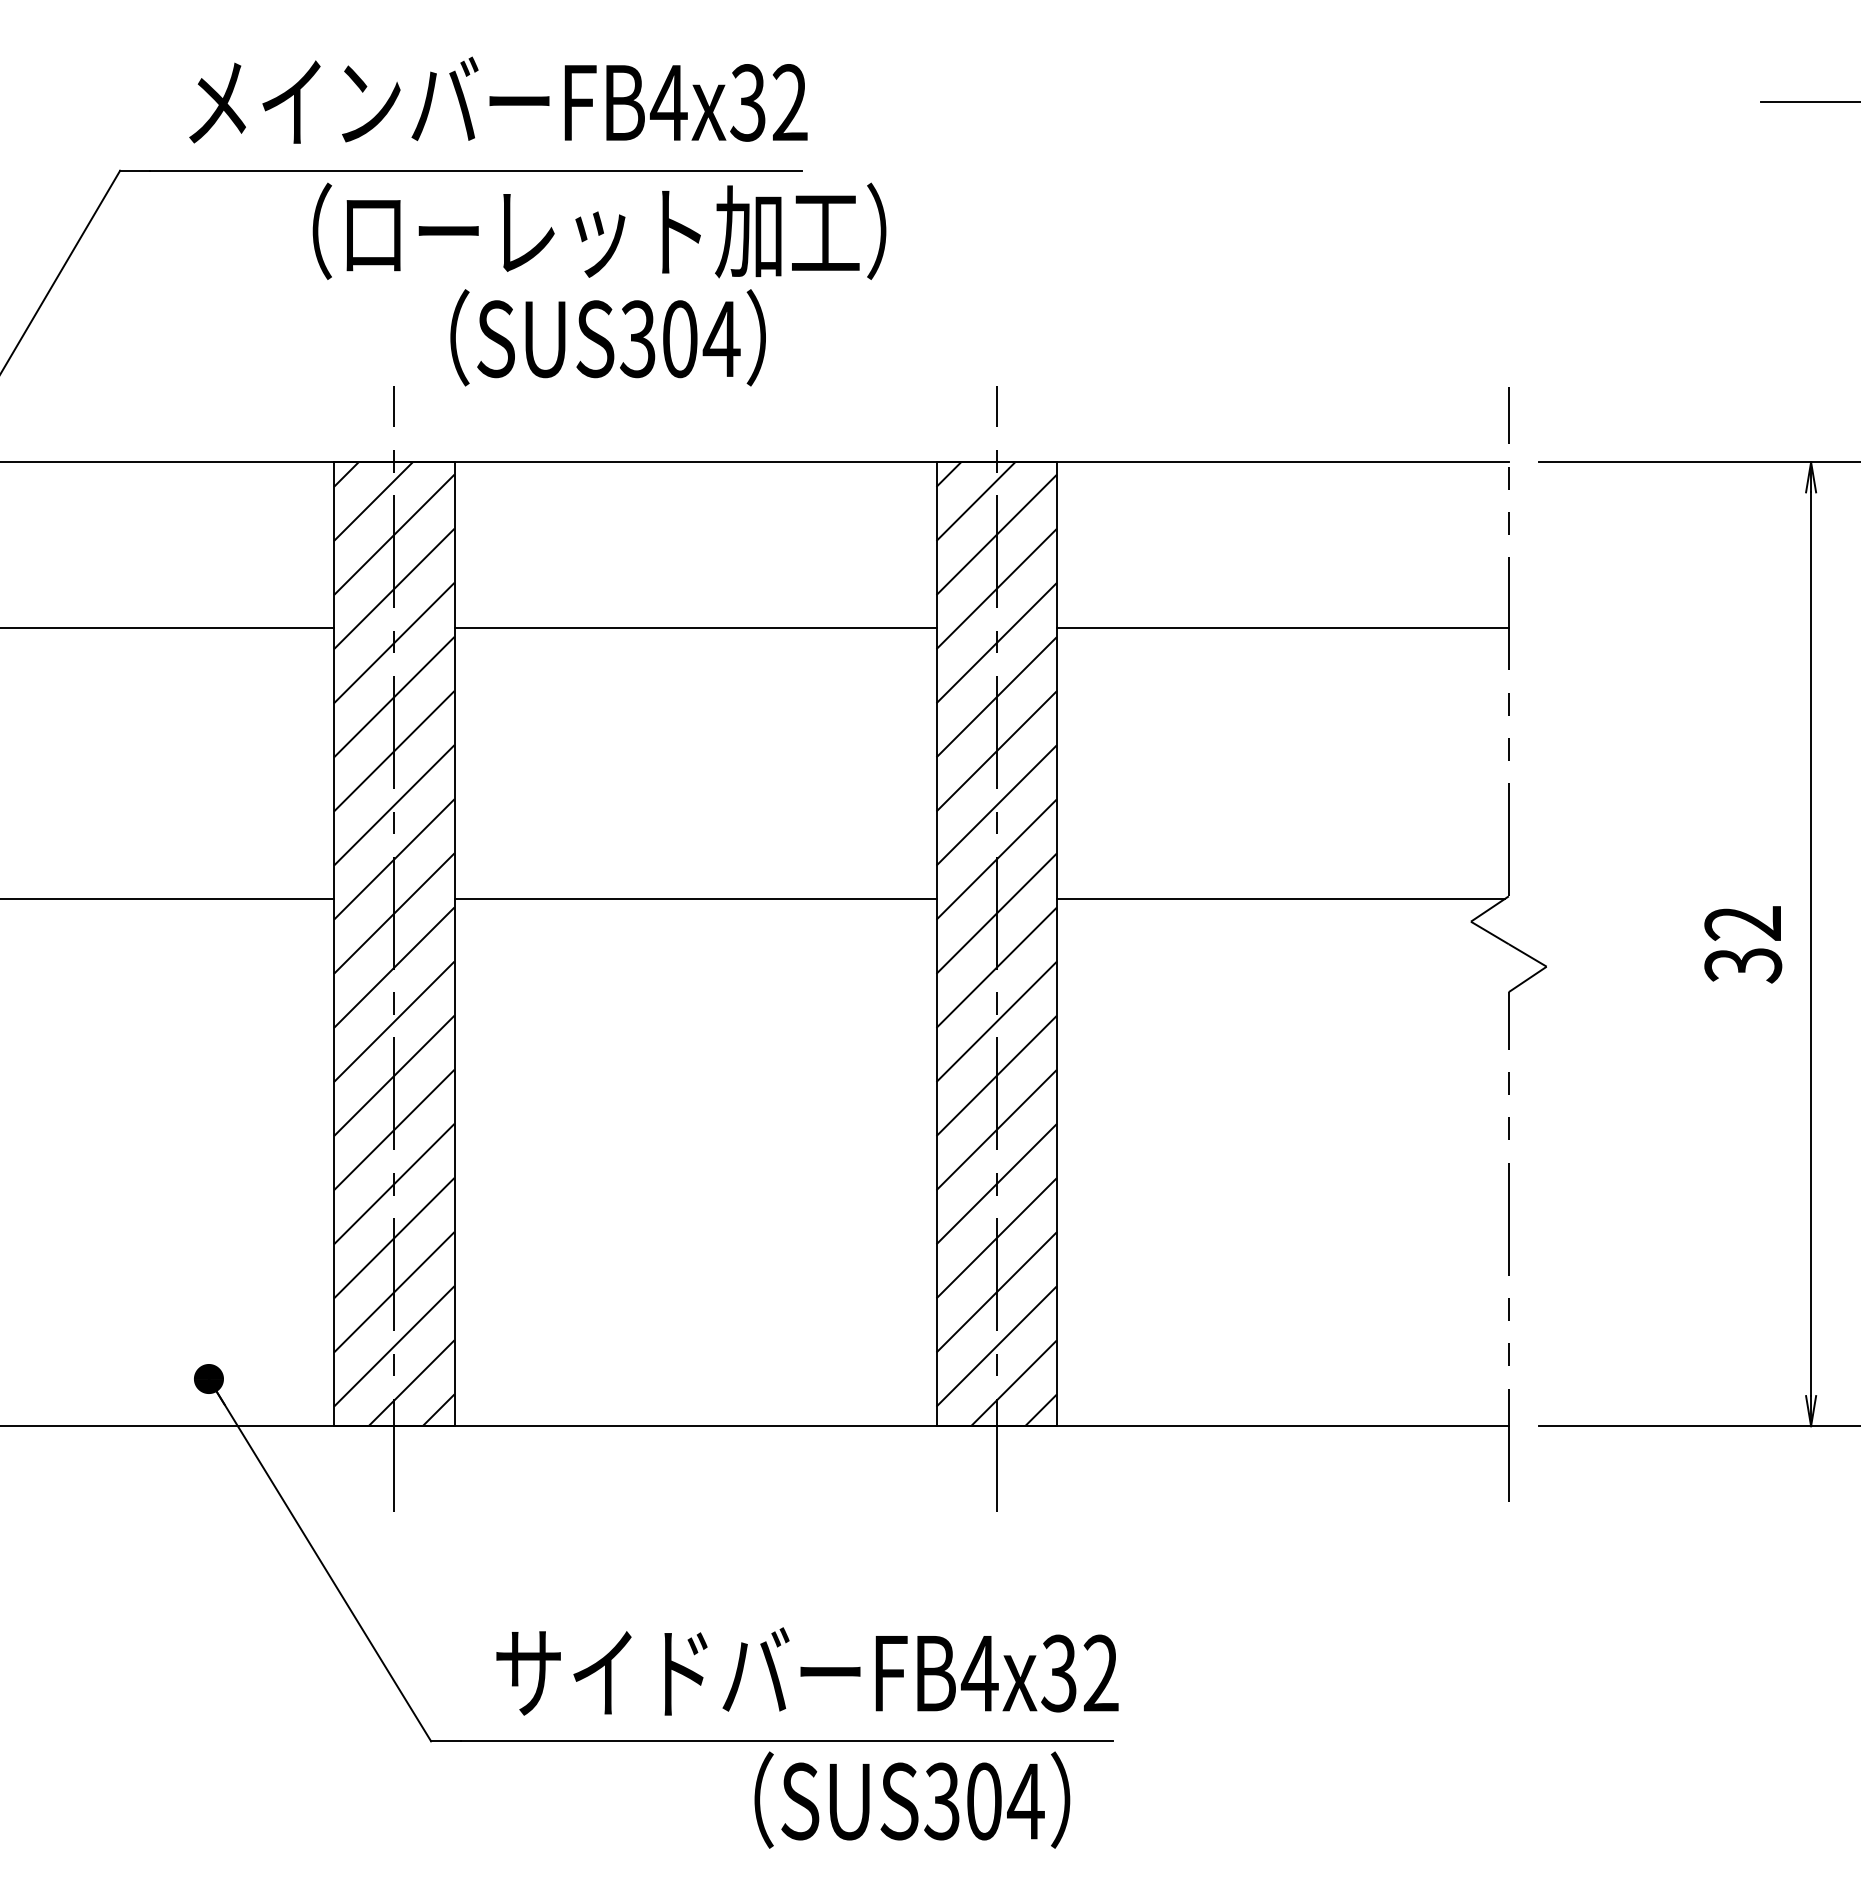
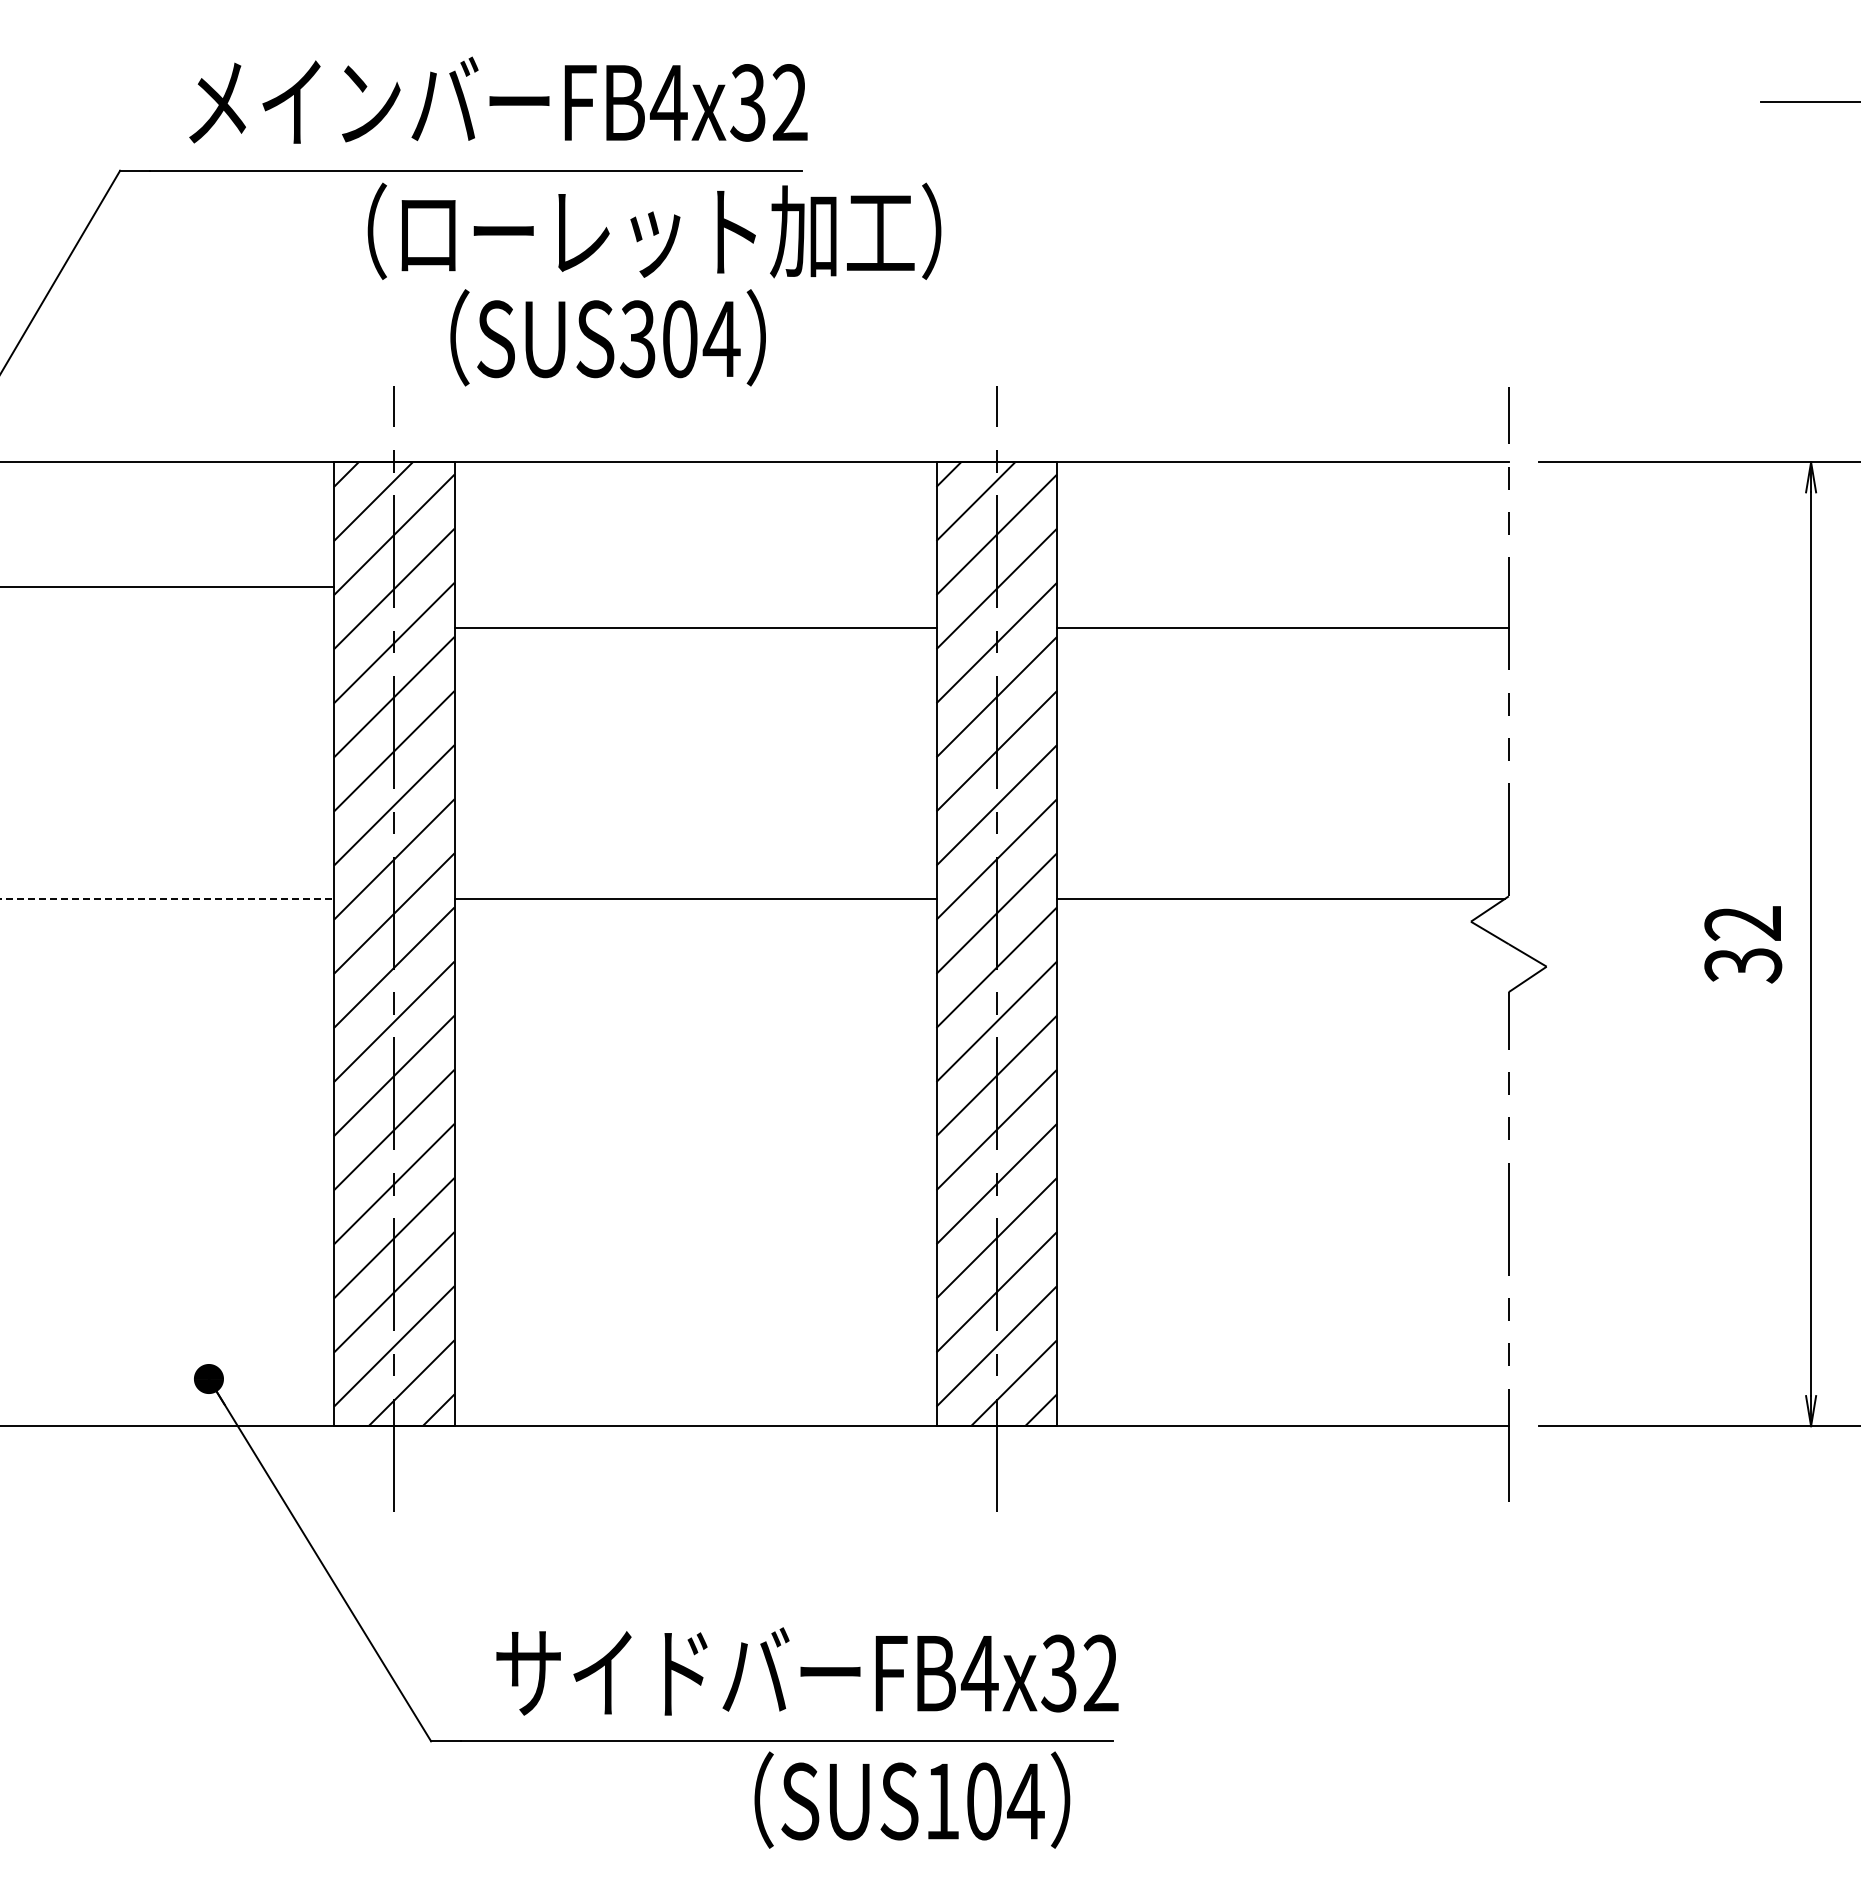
text at (599, 230) position: (599, 230) -> (654, 230)
line at (168, 627) position: (168, 627) -> (168, 586)
line at (167, 899): solid -> dashed
text at (941, 1801): SUS304 -> SUS104
